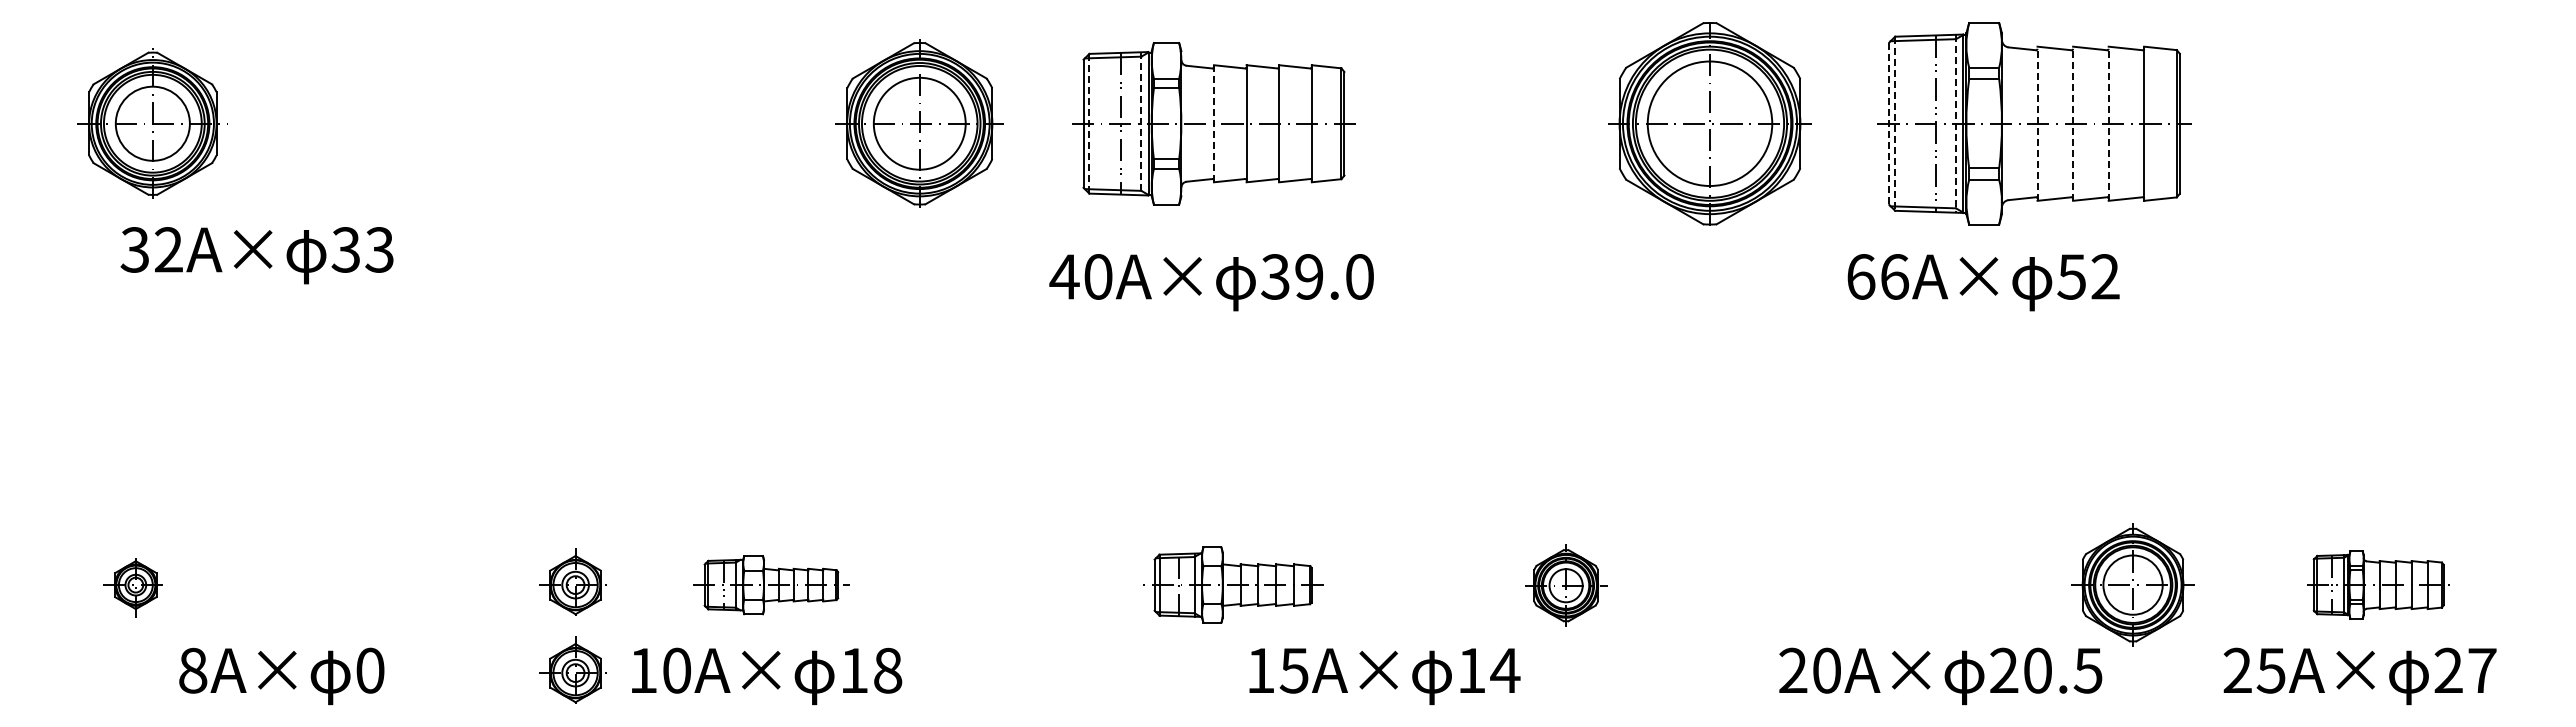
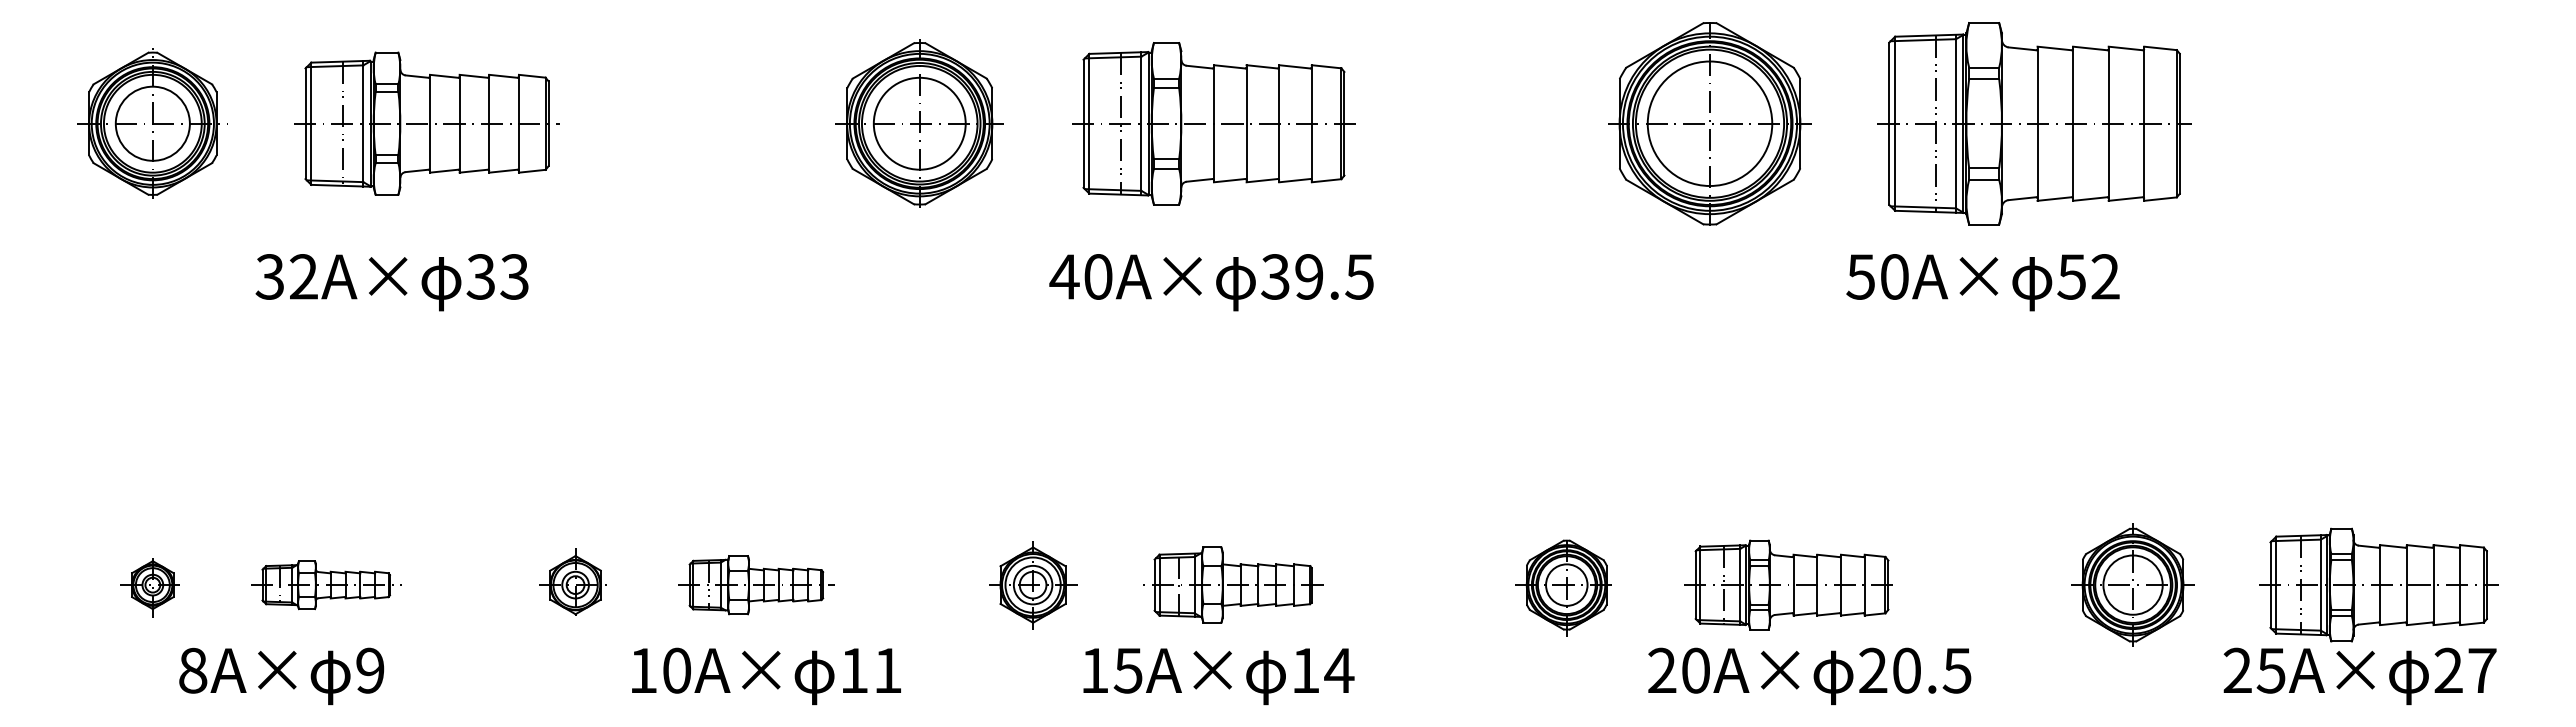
part at (426, 123): none -> present
line at (1089, 123): dashed -> solid
line at (1213, 123): dashed -> solid
line at (2037, 123): dashed -> solid
line at (2073, 123): dashed -> solid
line at (2108, 123): dashed -> solid
line at (1141, 124): dashed -> solid
line at (1889, 124): dashed -> solid
line at (1895, 124): dashed -> solid
line at (1956, 124): dashed -> solid
text at (256, 255) position: (256, 255) -> (391, 282)
text at (1359, 276): 39.0 -> 39.5
text at (1877, 276): 66A× -> 50A×
part at (1788, 584): none -> present
part at (2378, 584) size: 143x70 px -> 240x116 px
part at (326, 585): none -> present
part at (771, 585) position: (771, 585) -> (756, 585)
part at (1033, 585): none -> present
part at (1566, 585) size: 83x83 px -> 97x98 px
part at (132, 587) position: (132, 587) -> (149, 587)
part at (572, 669): present -> none
text at (370, 670): 0 -> 9
text at (888, 670): 18 -> 11
text at (1384, 676) position: (1384, 676) -> (1218, 676)
text at (1940, 676) position: (1940, 676) -> (1809, 676)
